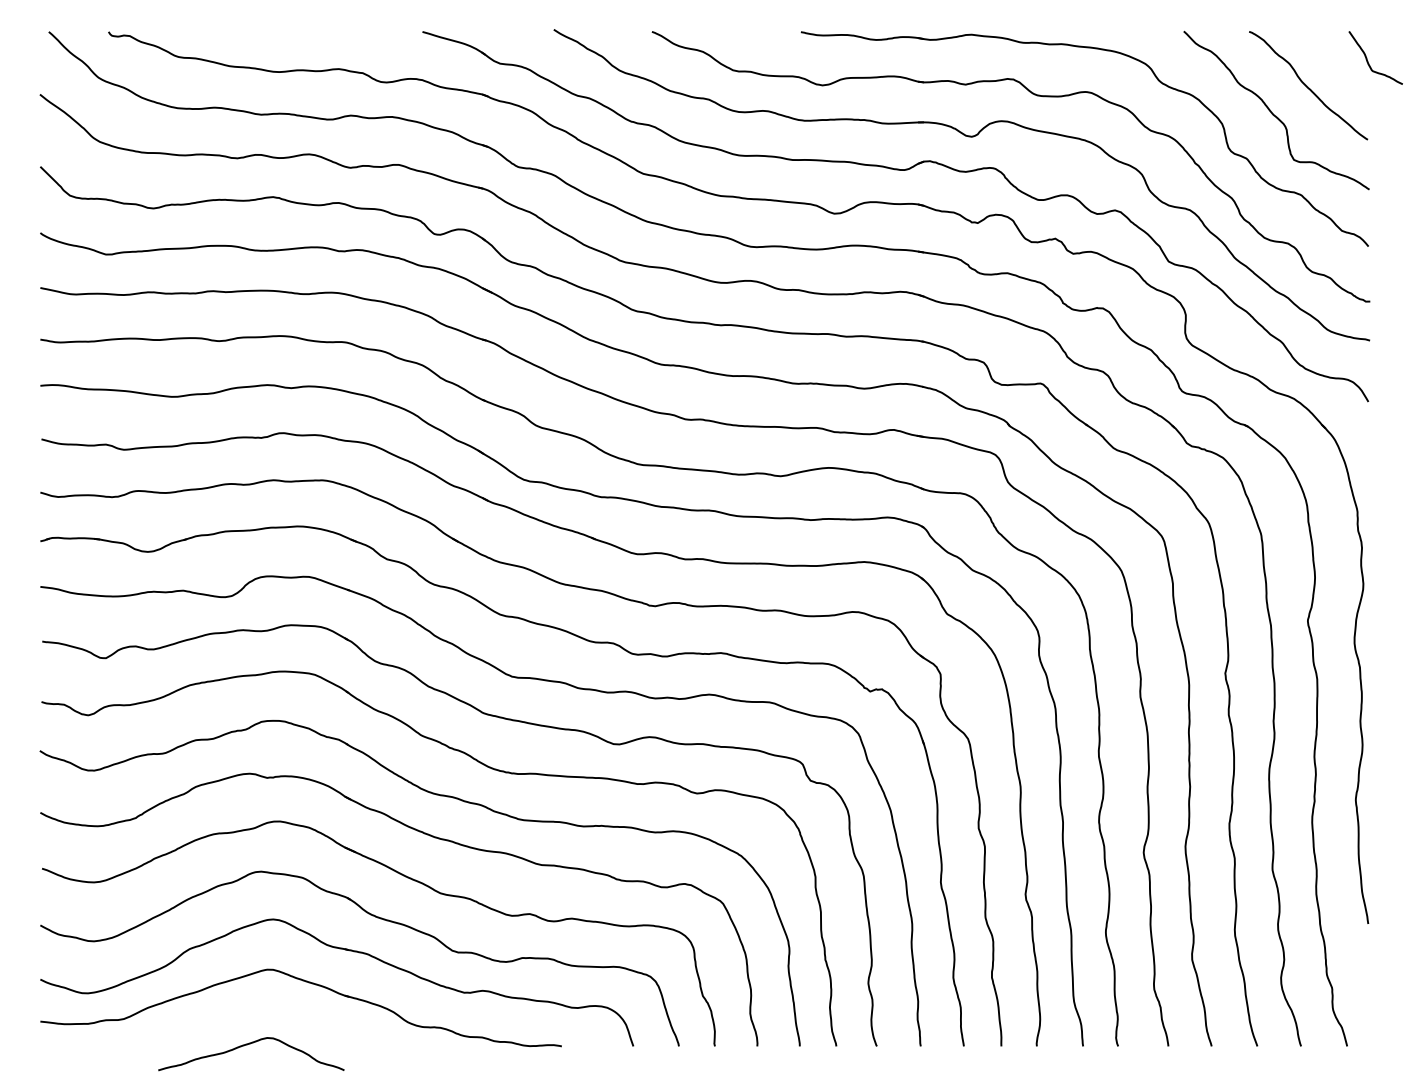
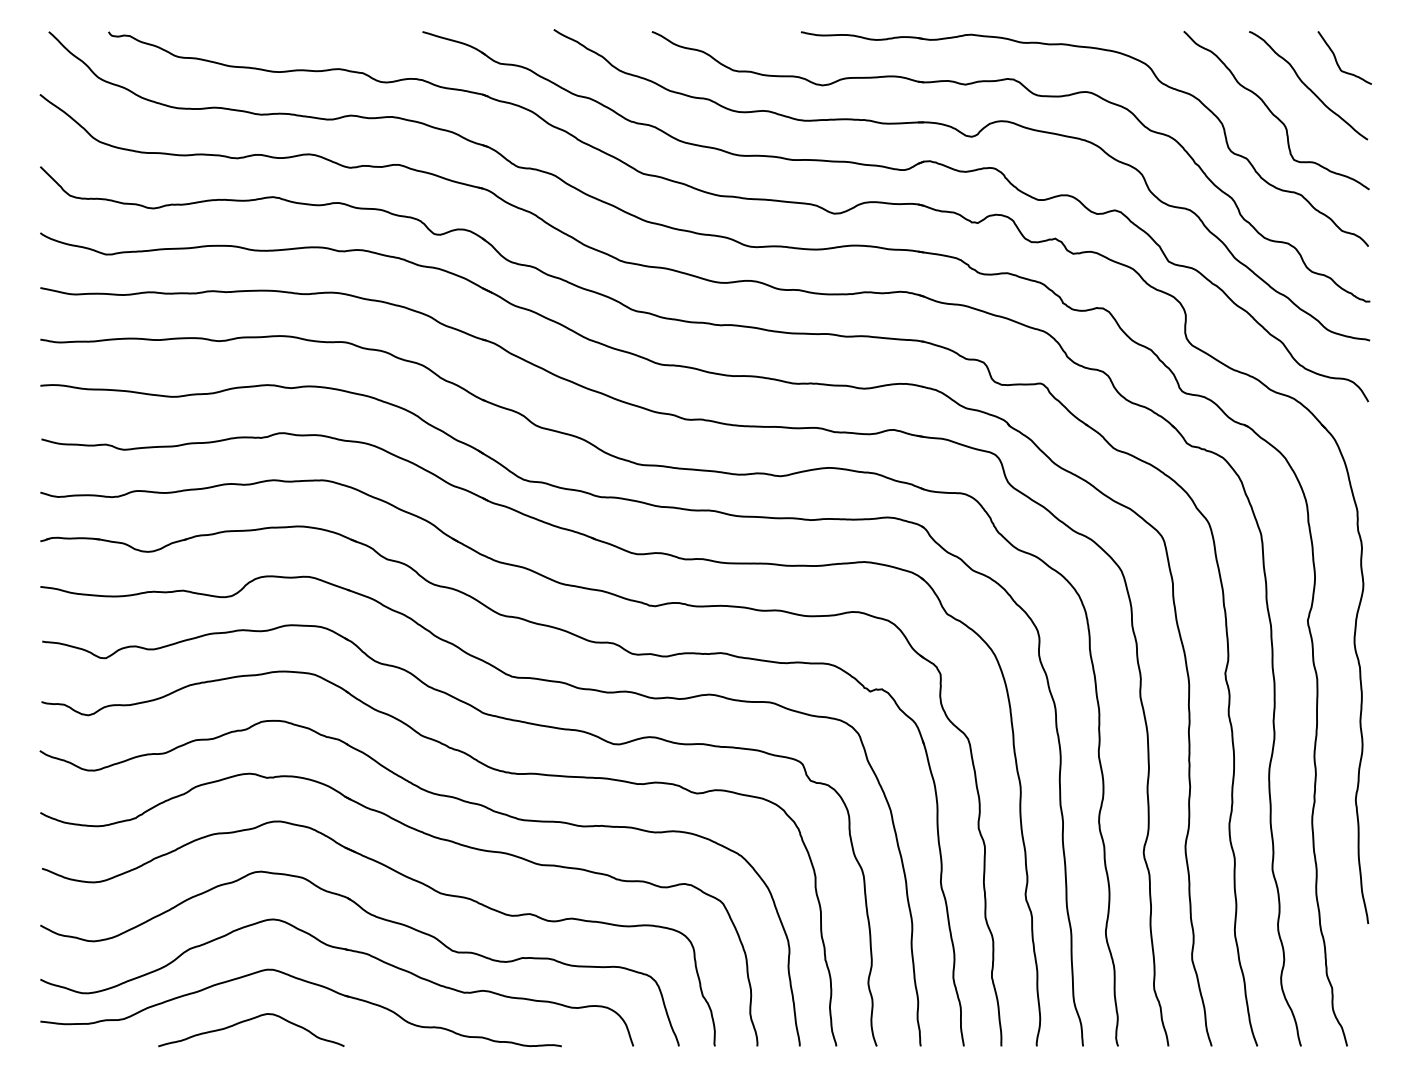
curve at (1367, 58) position: (1367, 58) -> (1336, 58)
curve at (247, 1045) position: (247, 1045) -> (247, 1021)
